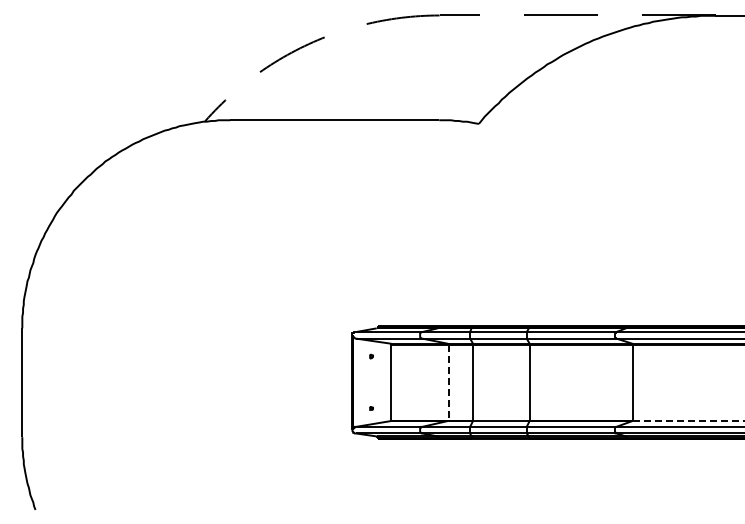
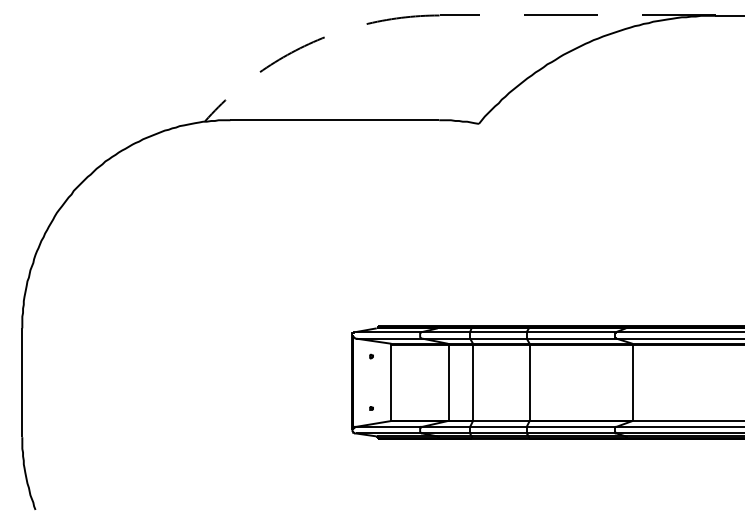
line at (448, 383): dashed -> solid
line at (688, 420): dashed -> solid
